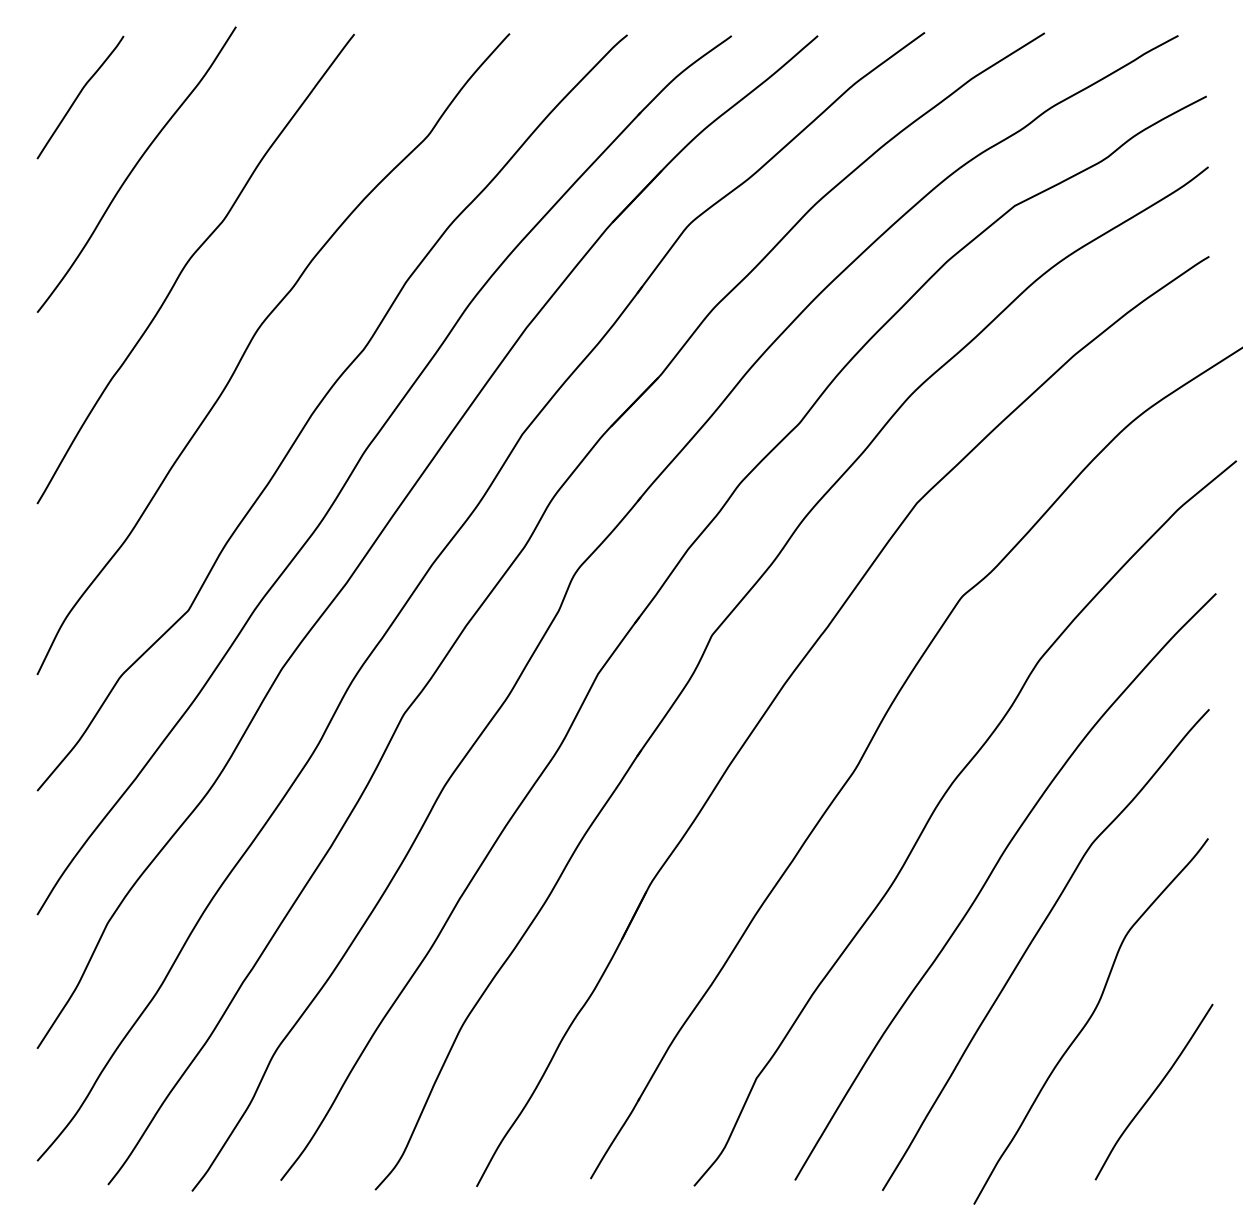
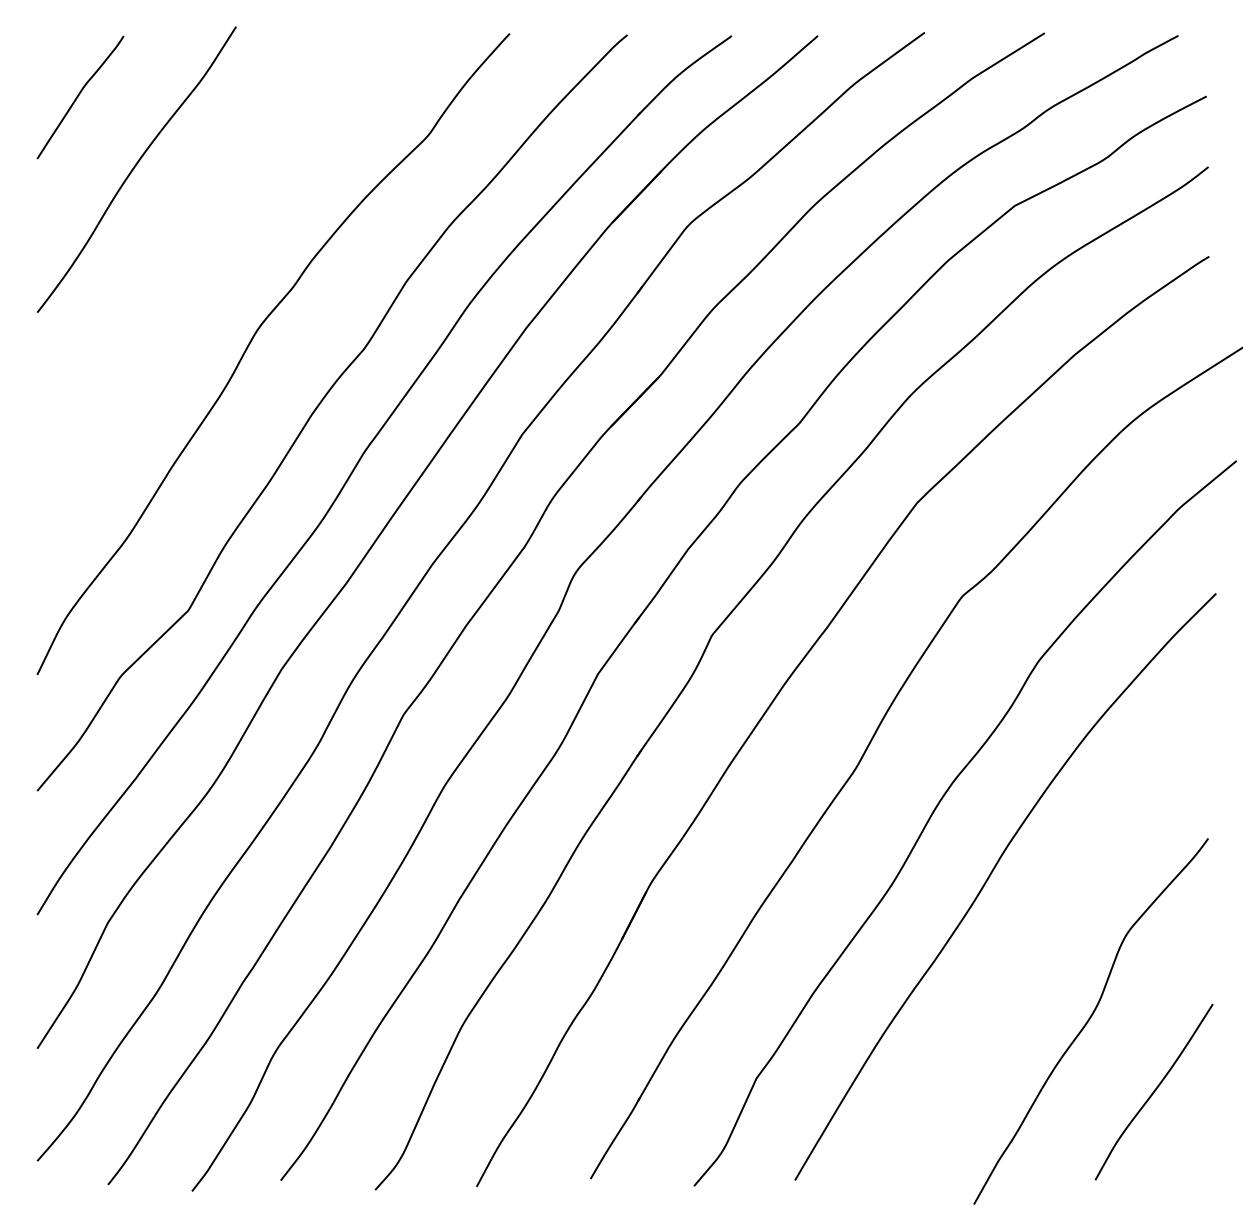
curve at (187, 264): present -> none
curve at (1032, 942): present -> none
